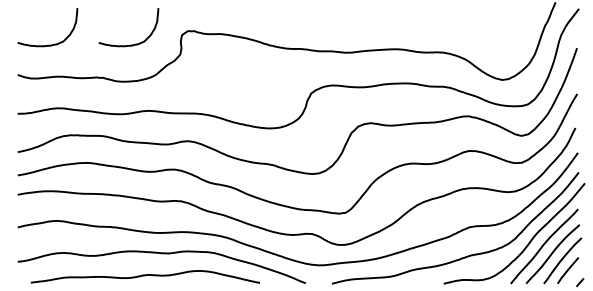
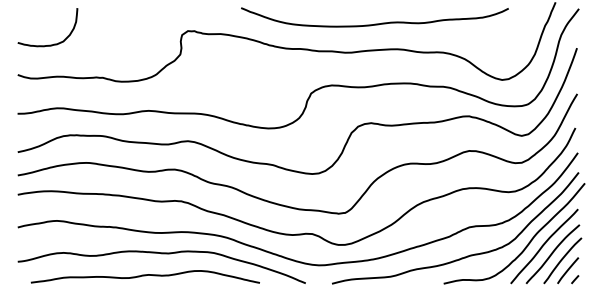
curve at (374, 23): none -> present
curve at (129, 44): present -> none
line at (580, 282) position: (580, 282) -> (575, 279)
